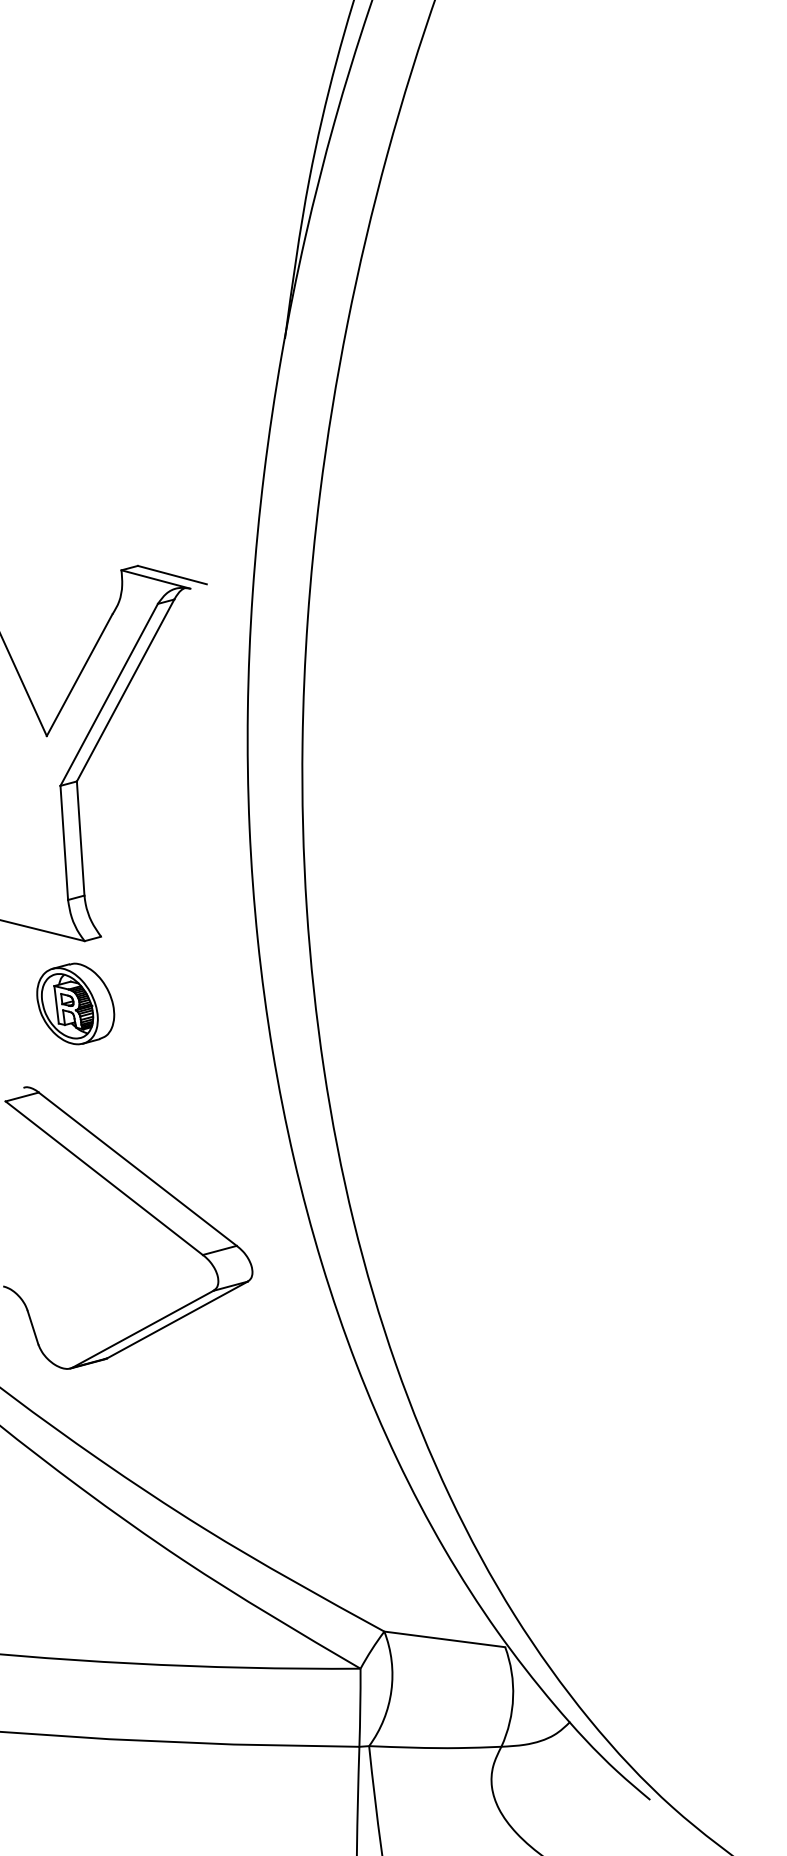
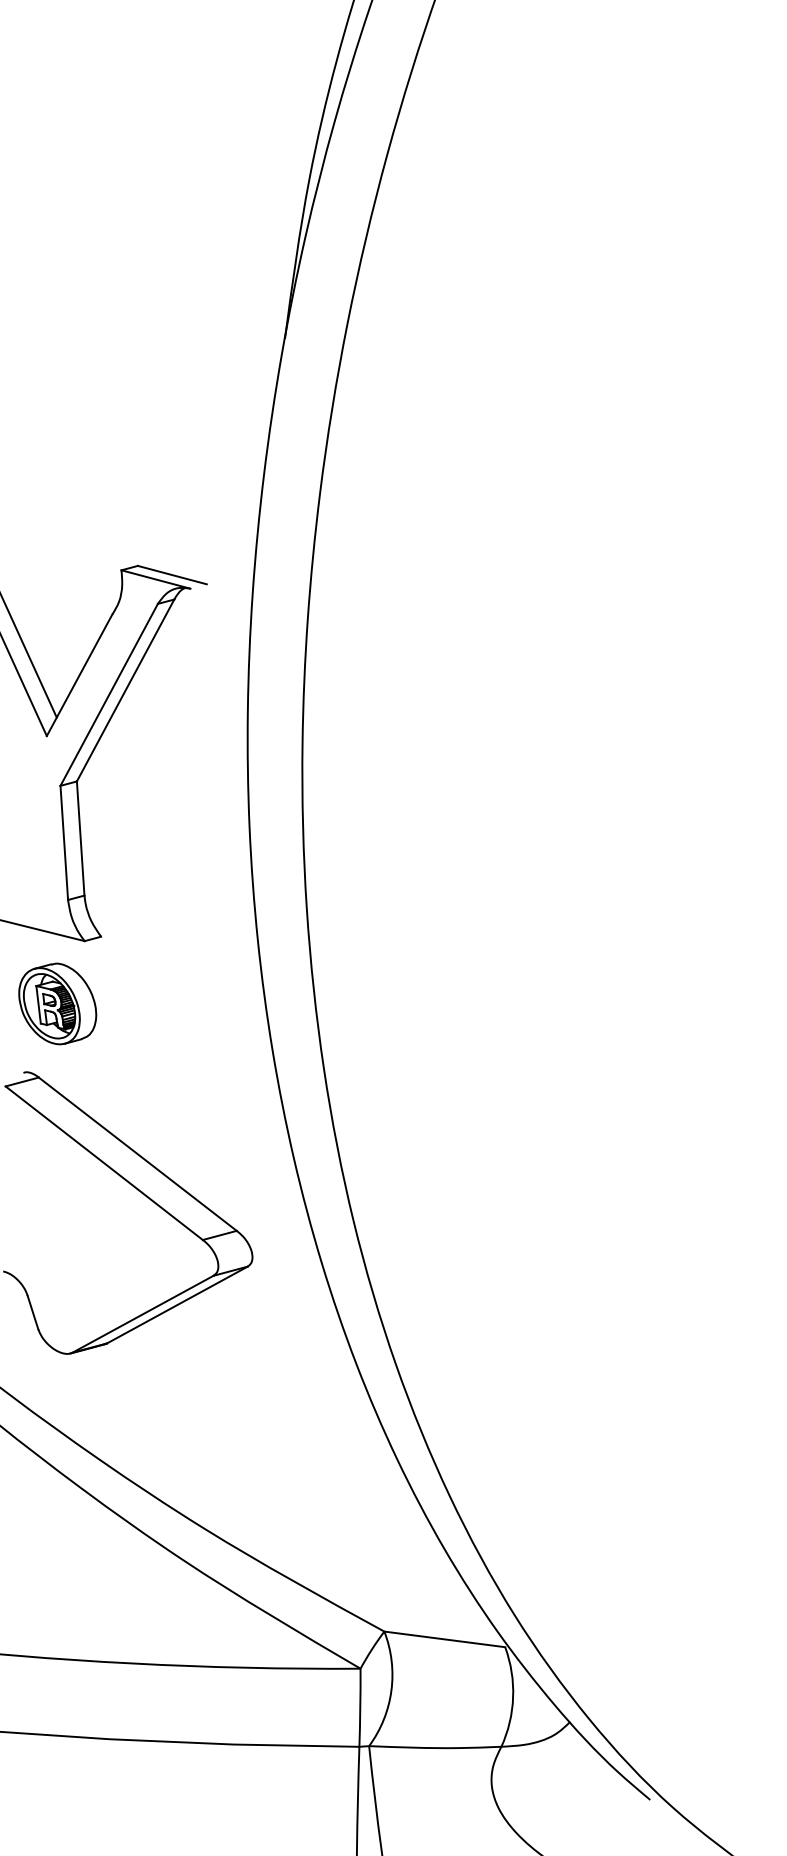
line at (29, 657): none -> present
part at (75, 1003) position: (75, 1003) -> (57, 1003)
part at (142, 1209) position: (142, 1209) -> (142, 1194)
